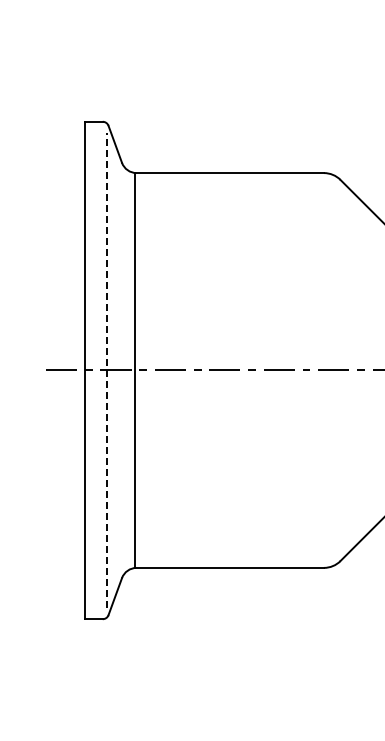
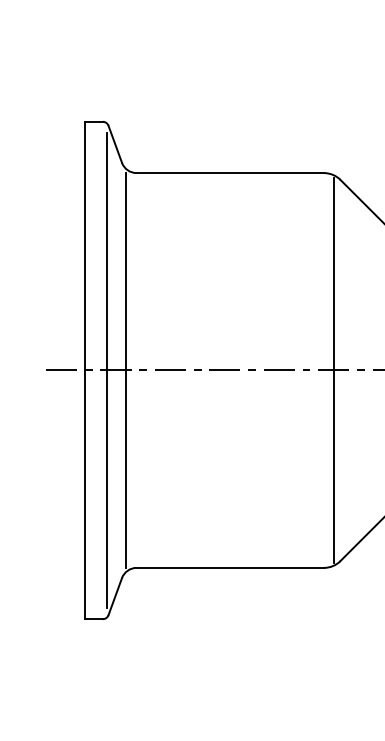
line at (107, 370): dashed -> solid
line at (134, 370) position: (134, 370) -> (125, 370)
line at (333, 370): none -> present
